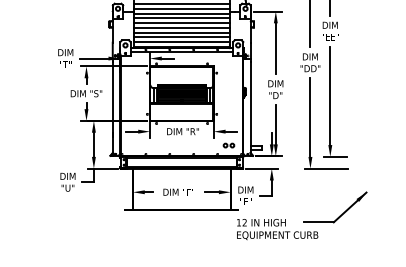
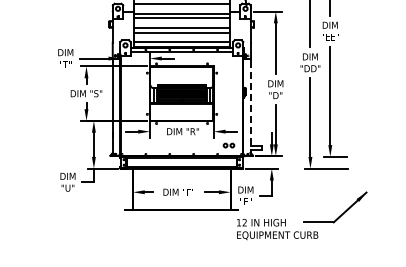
line at (181, 8): present -> none
line at (181, 23): present -> none
line at (181, 37): present -> none
line at (250, 108): solid -> dashed
